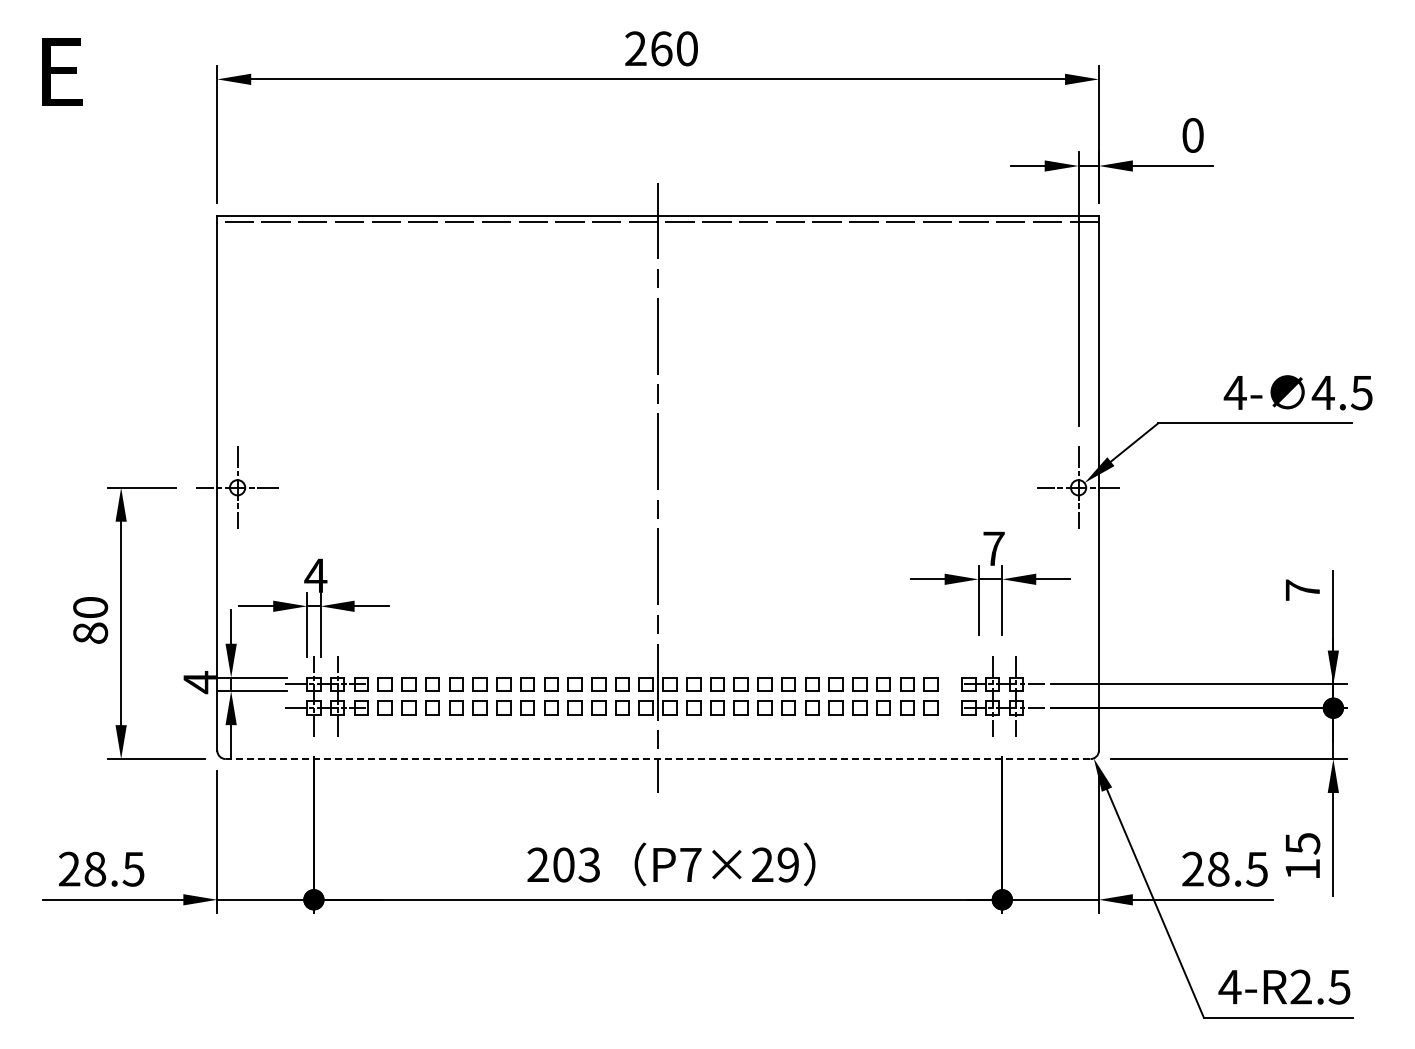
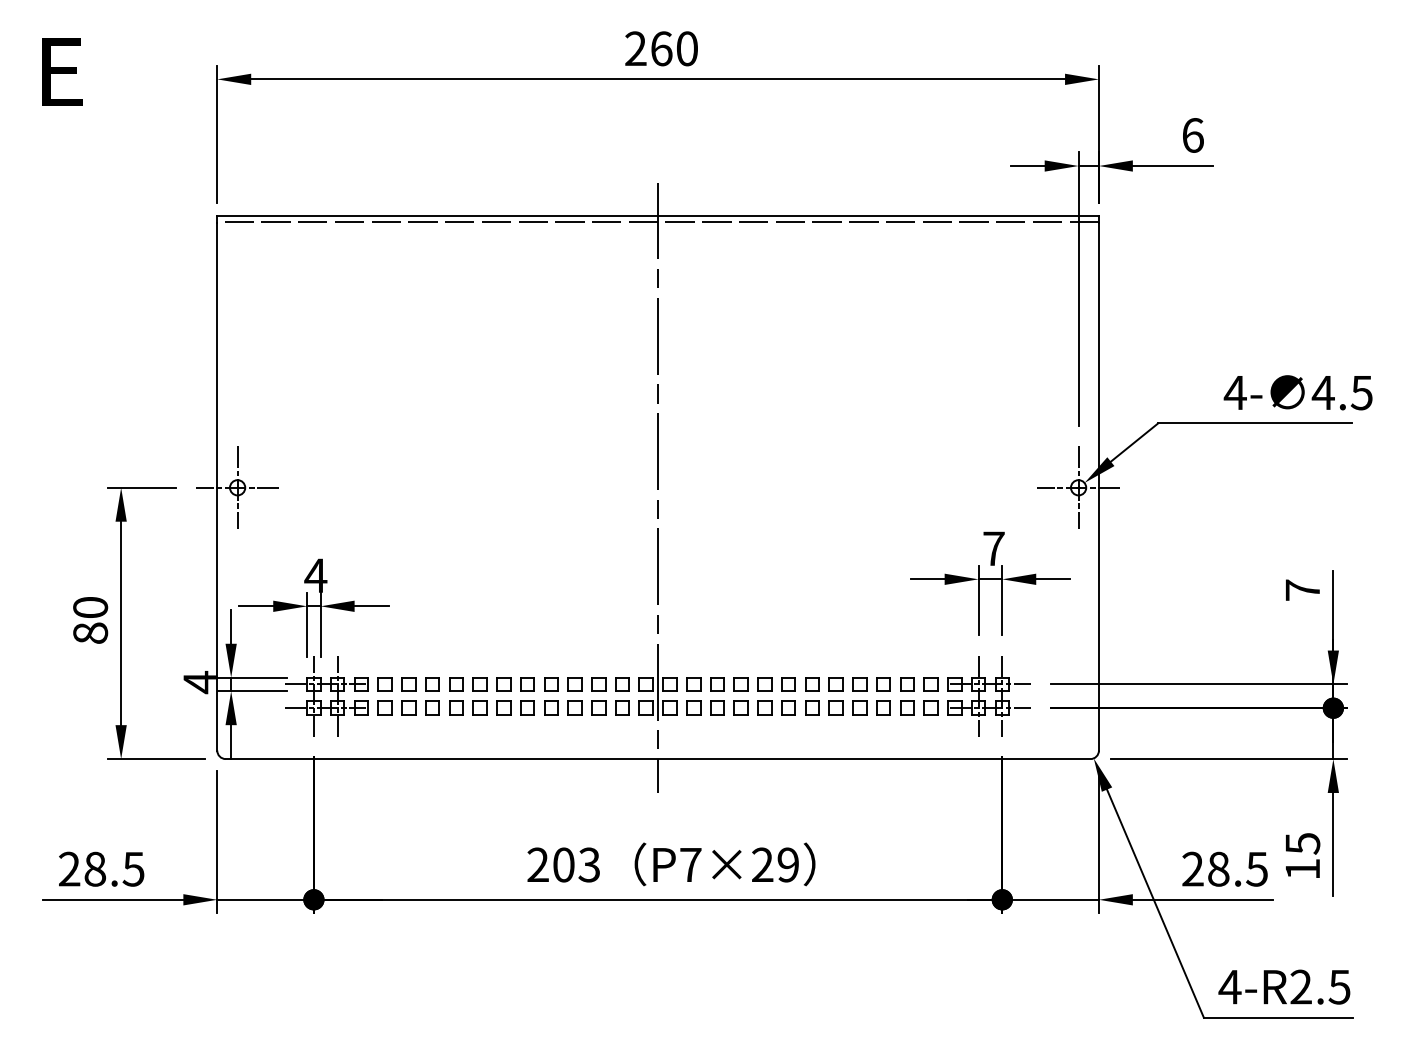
text at (1192, 135): 0 -> 6
part at (1002, 696) position: (1002, 696) -> (988, 696)
line at (657, 759): dashed -> solid
